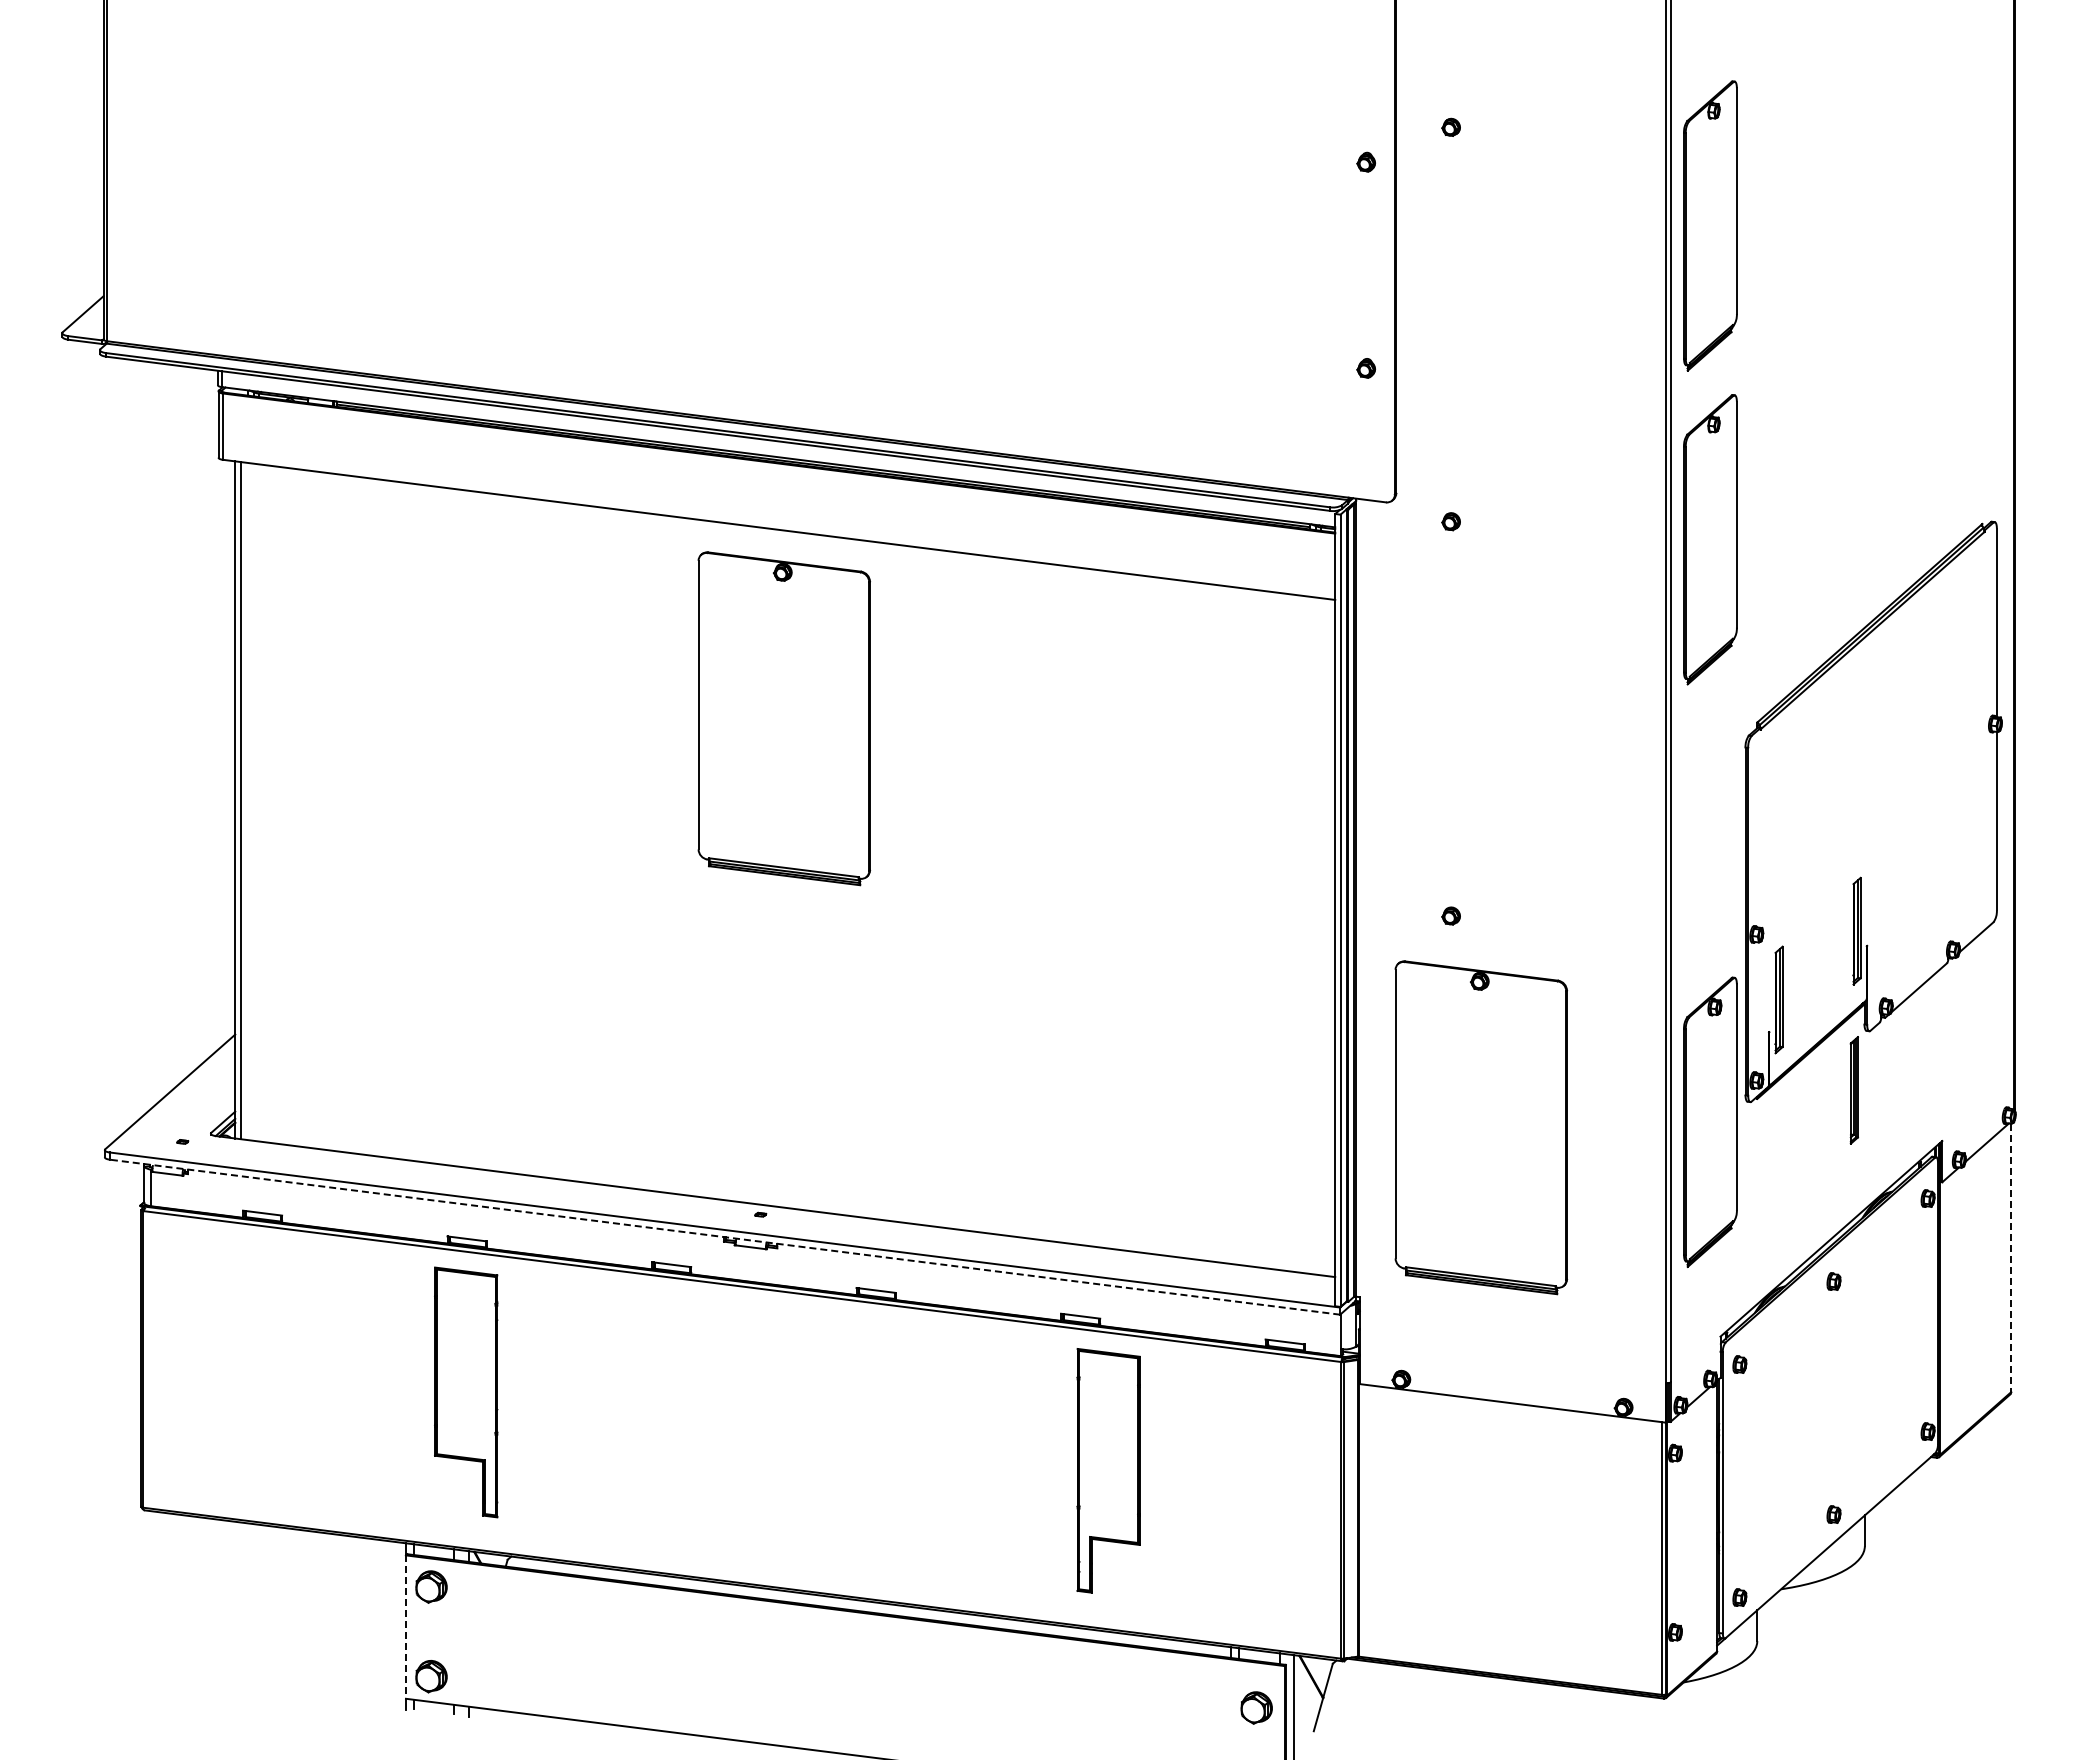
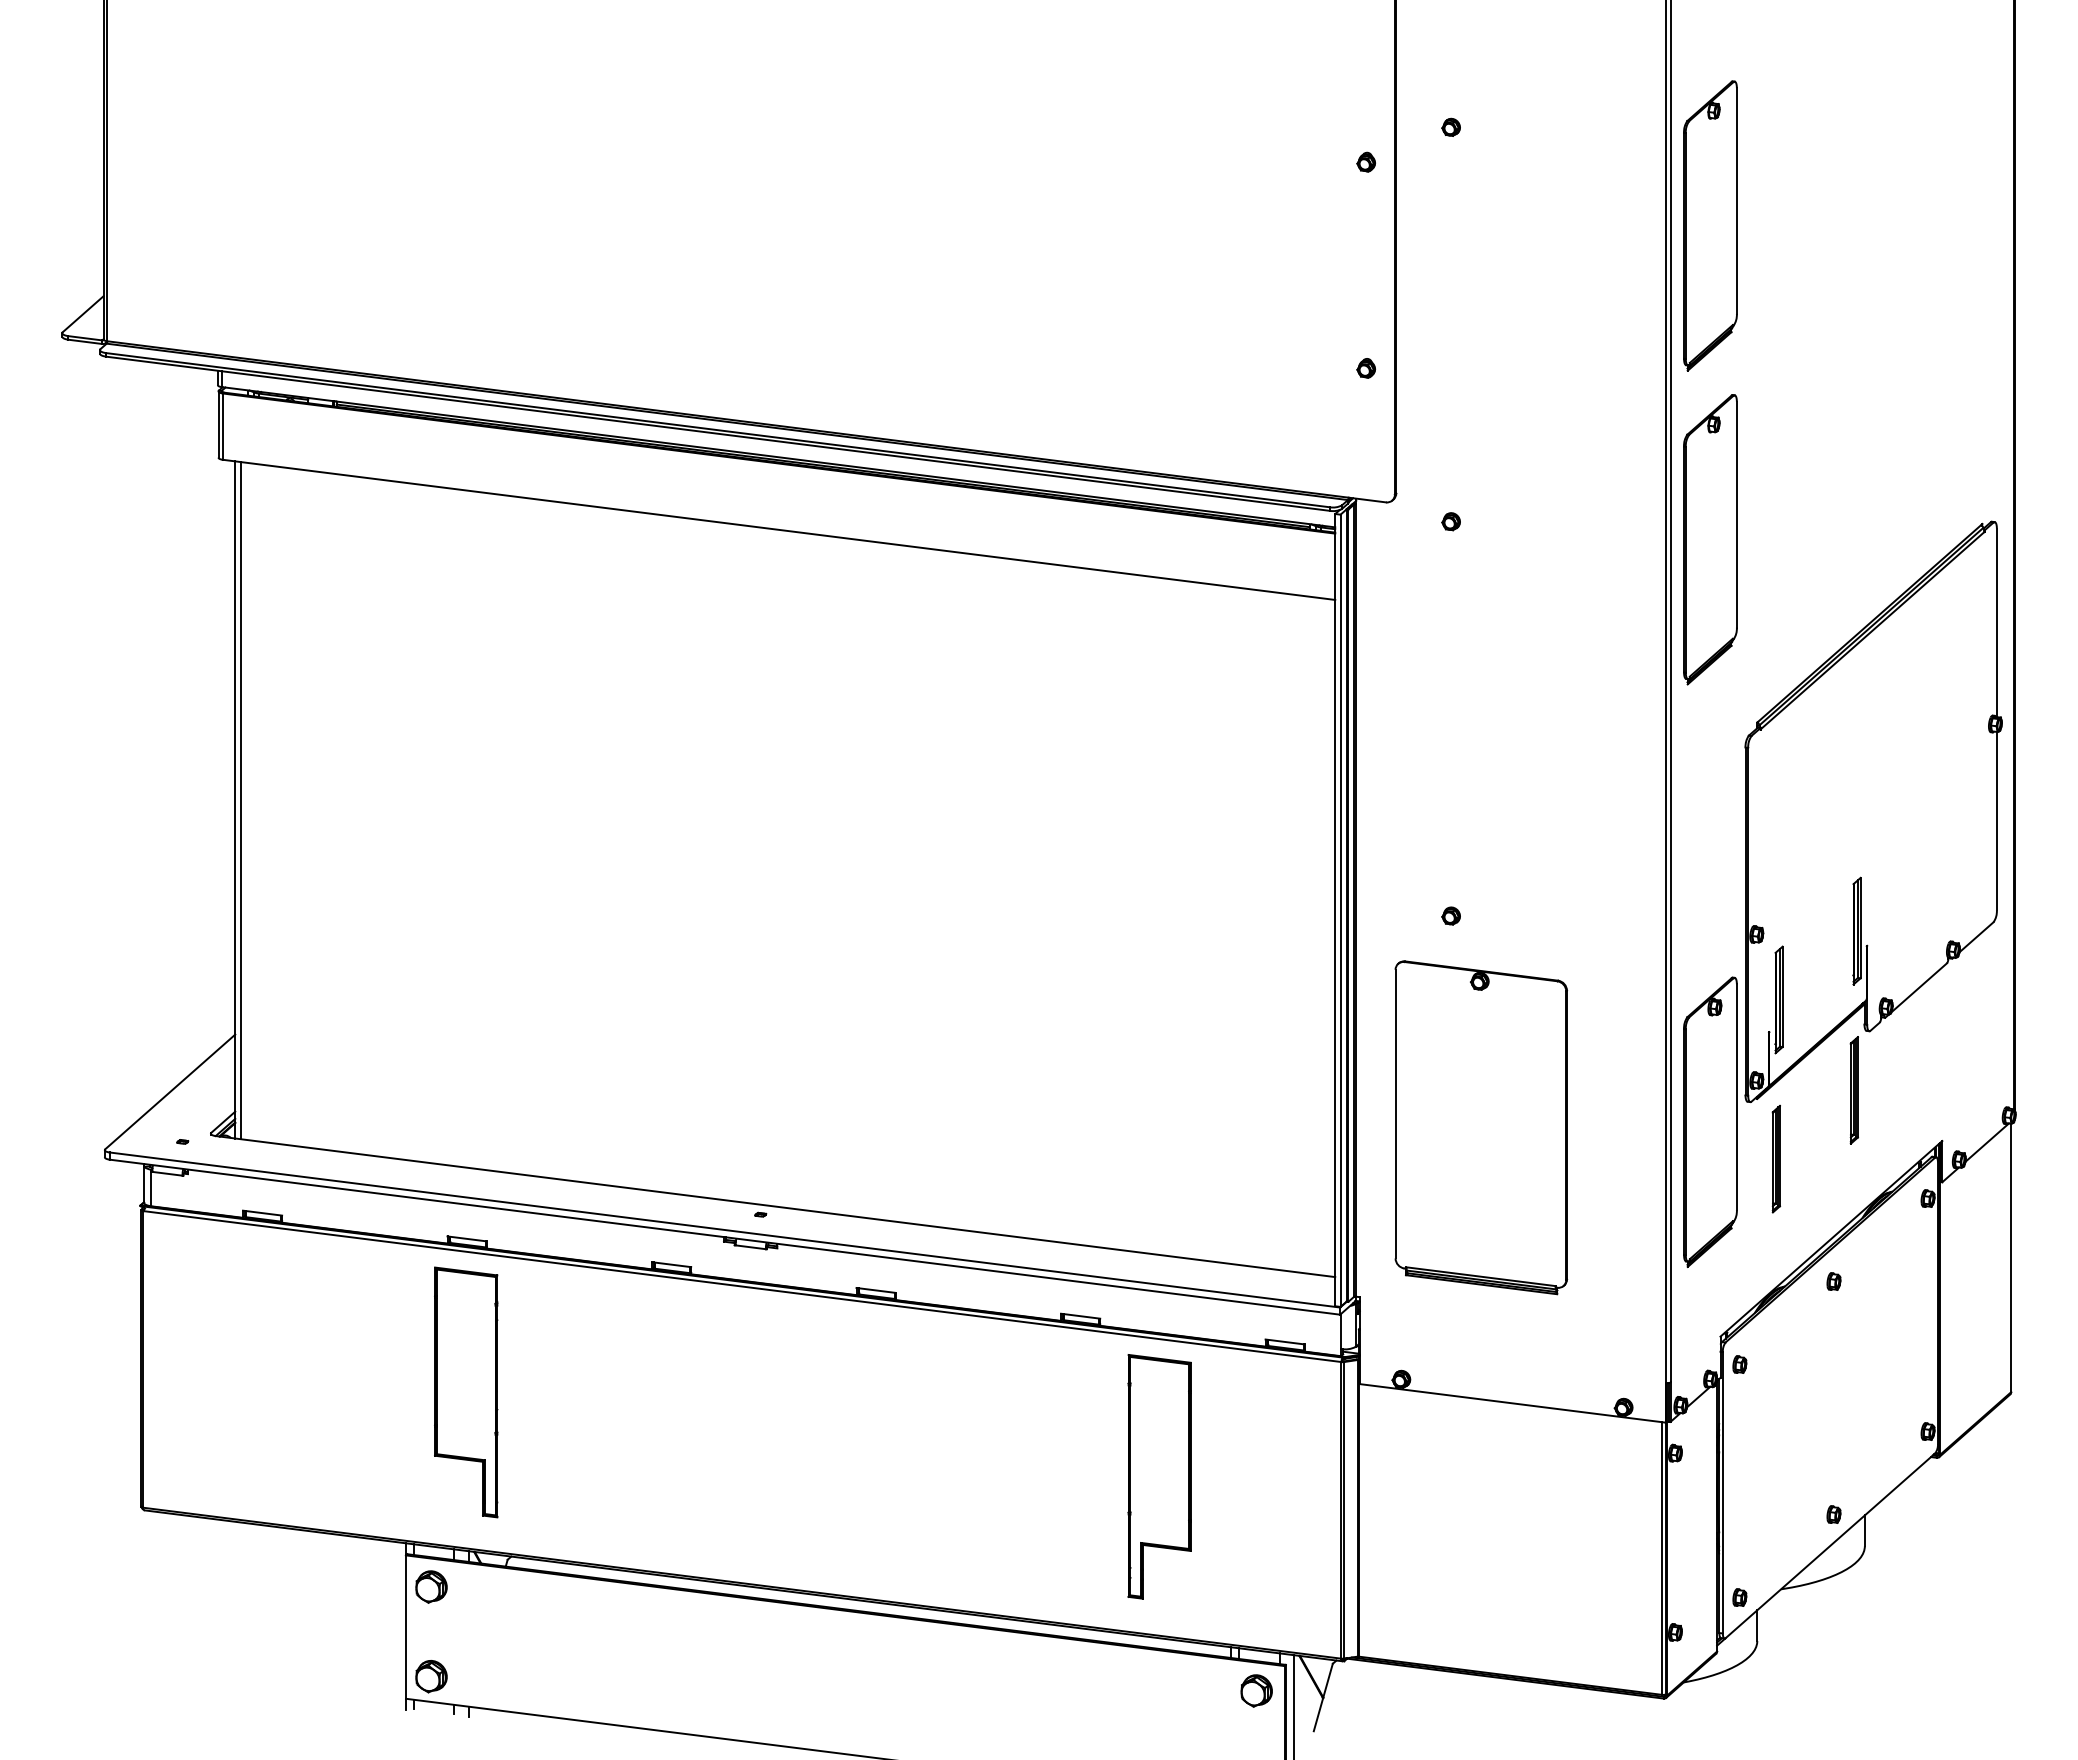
part at (784, 718): present -> none
part at (1776, 1158): none -> present
line at (724, 1237): dashed -> solid
line at (2011, 1258): dashed -> solid
part at (1108, 1470) position: (1108, 1470) -> (1159, 1476)
line at (405, 1627): dashed -> solid
part at (1256, 1707) position: (1256, 1707) -> (1256, 1690)
